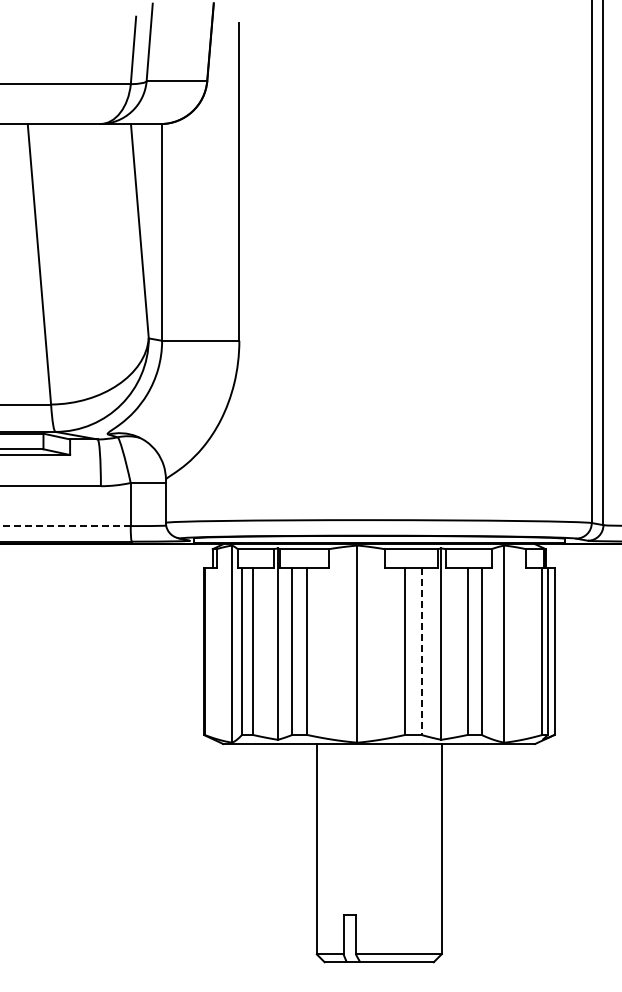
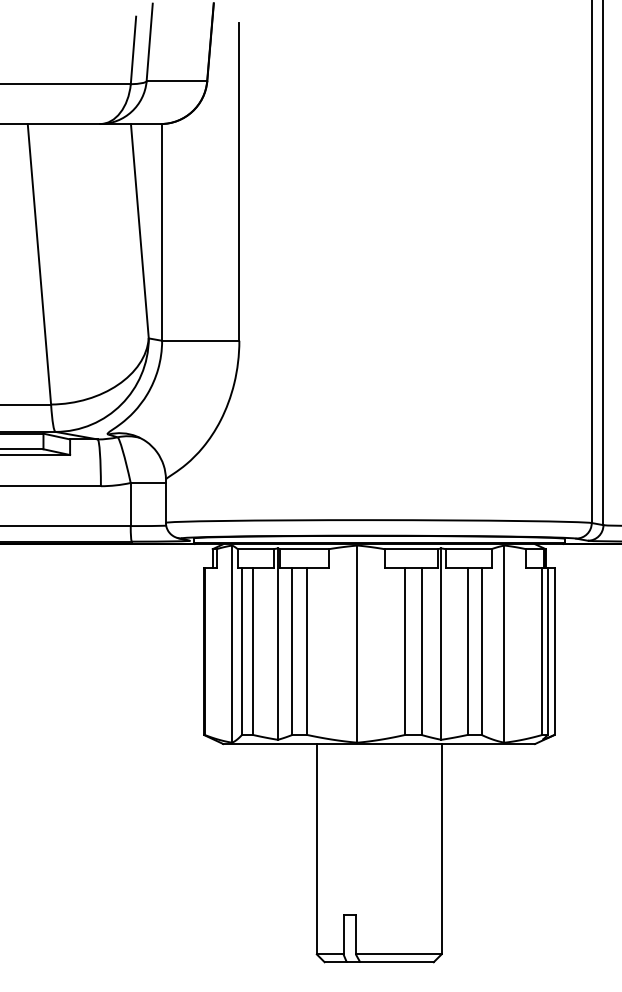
line at (65, 526): dashed -> solid
line at (421, 652): dashed -> solid
